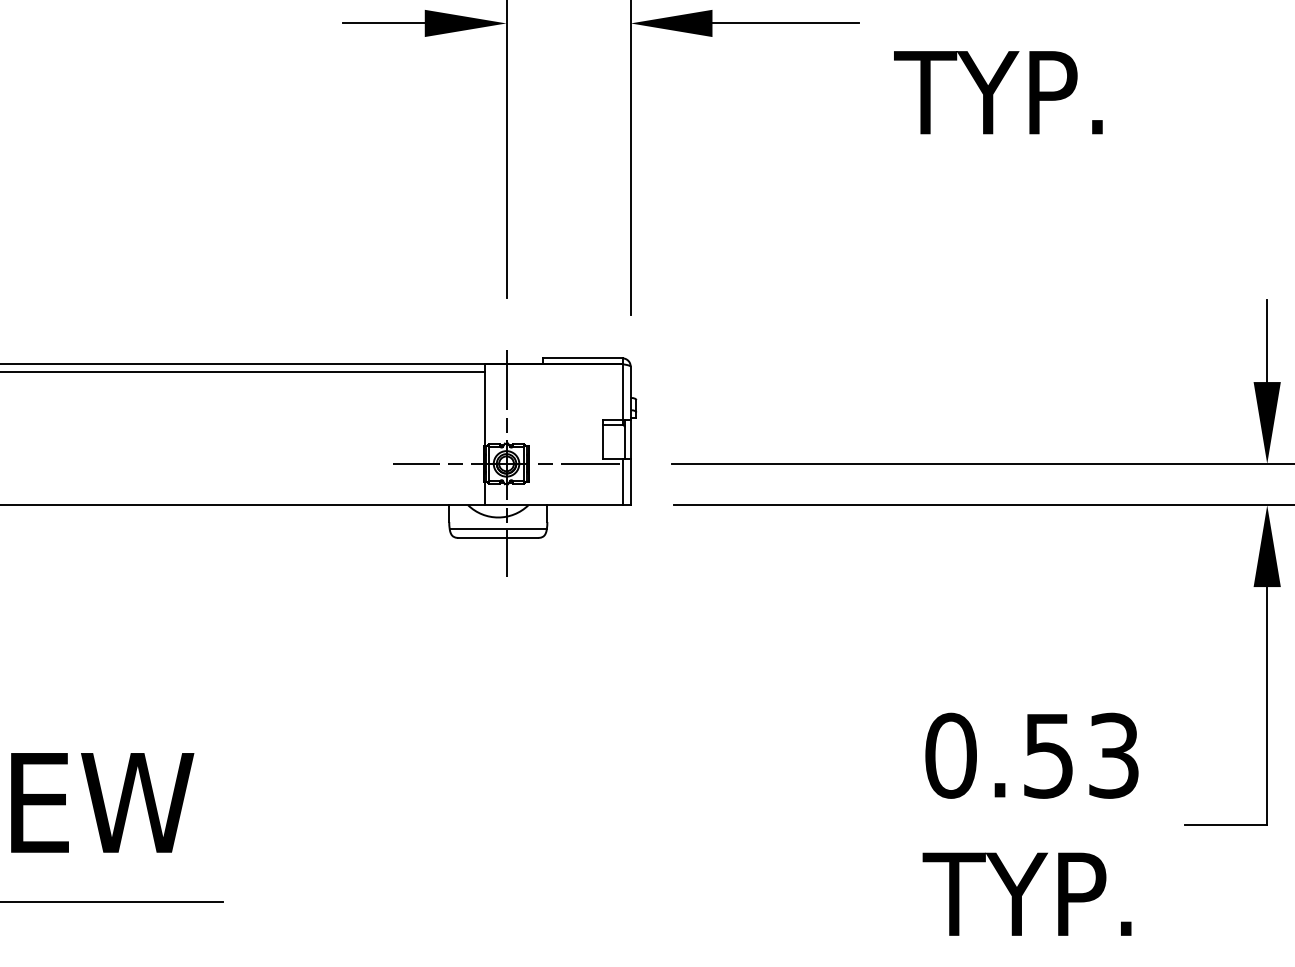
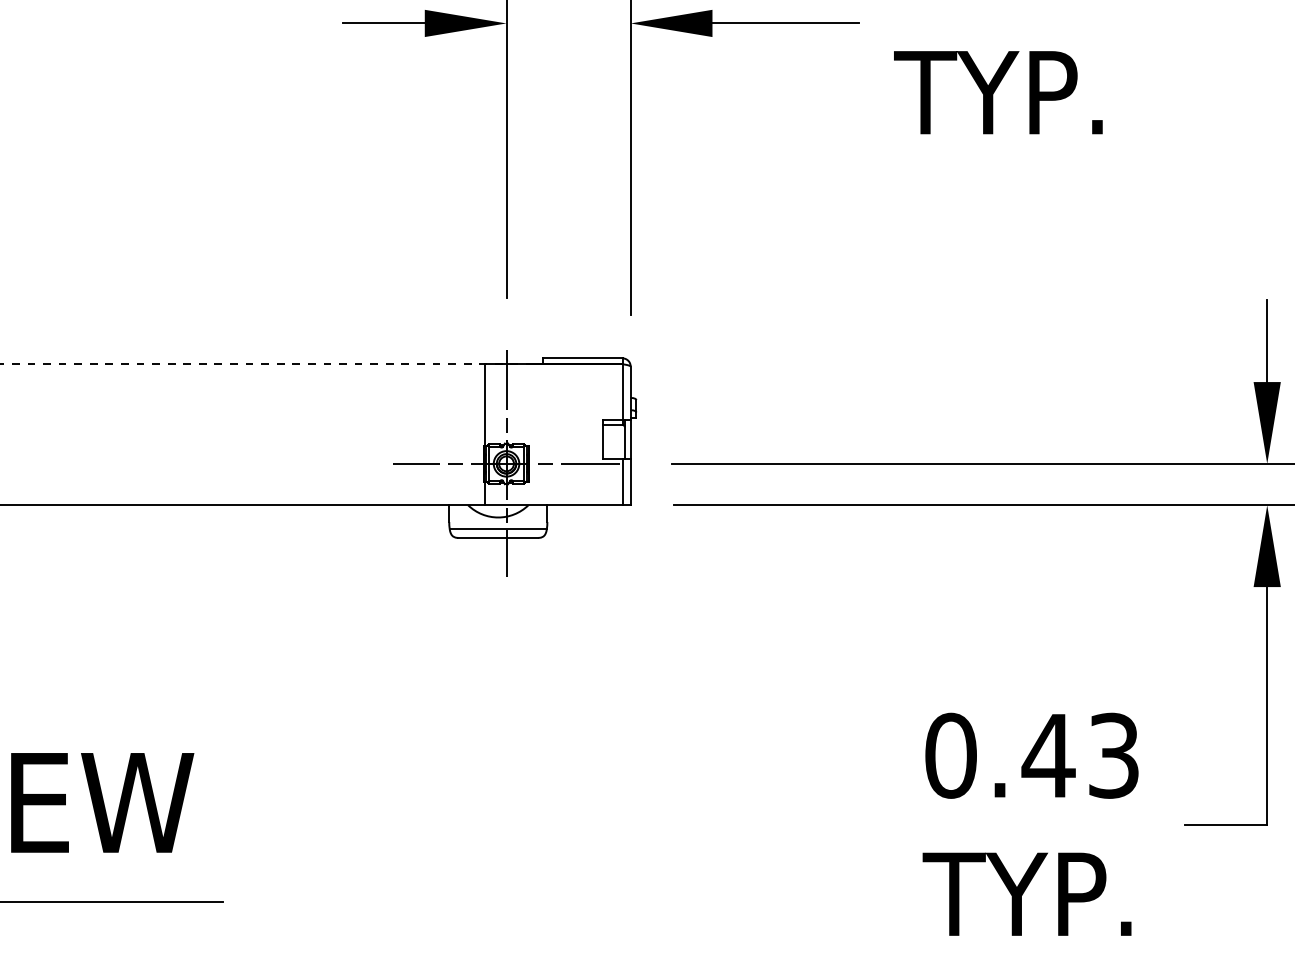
line at (266, 364): solid -> dashed
line at (243, 372): present -> none
text at (1048, 756): 0.53 -> 0.43
